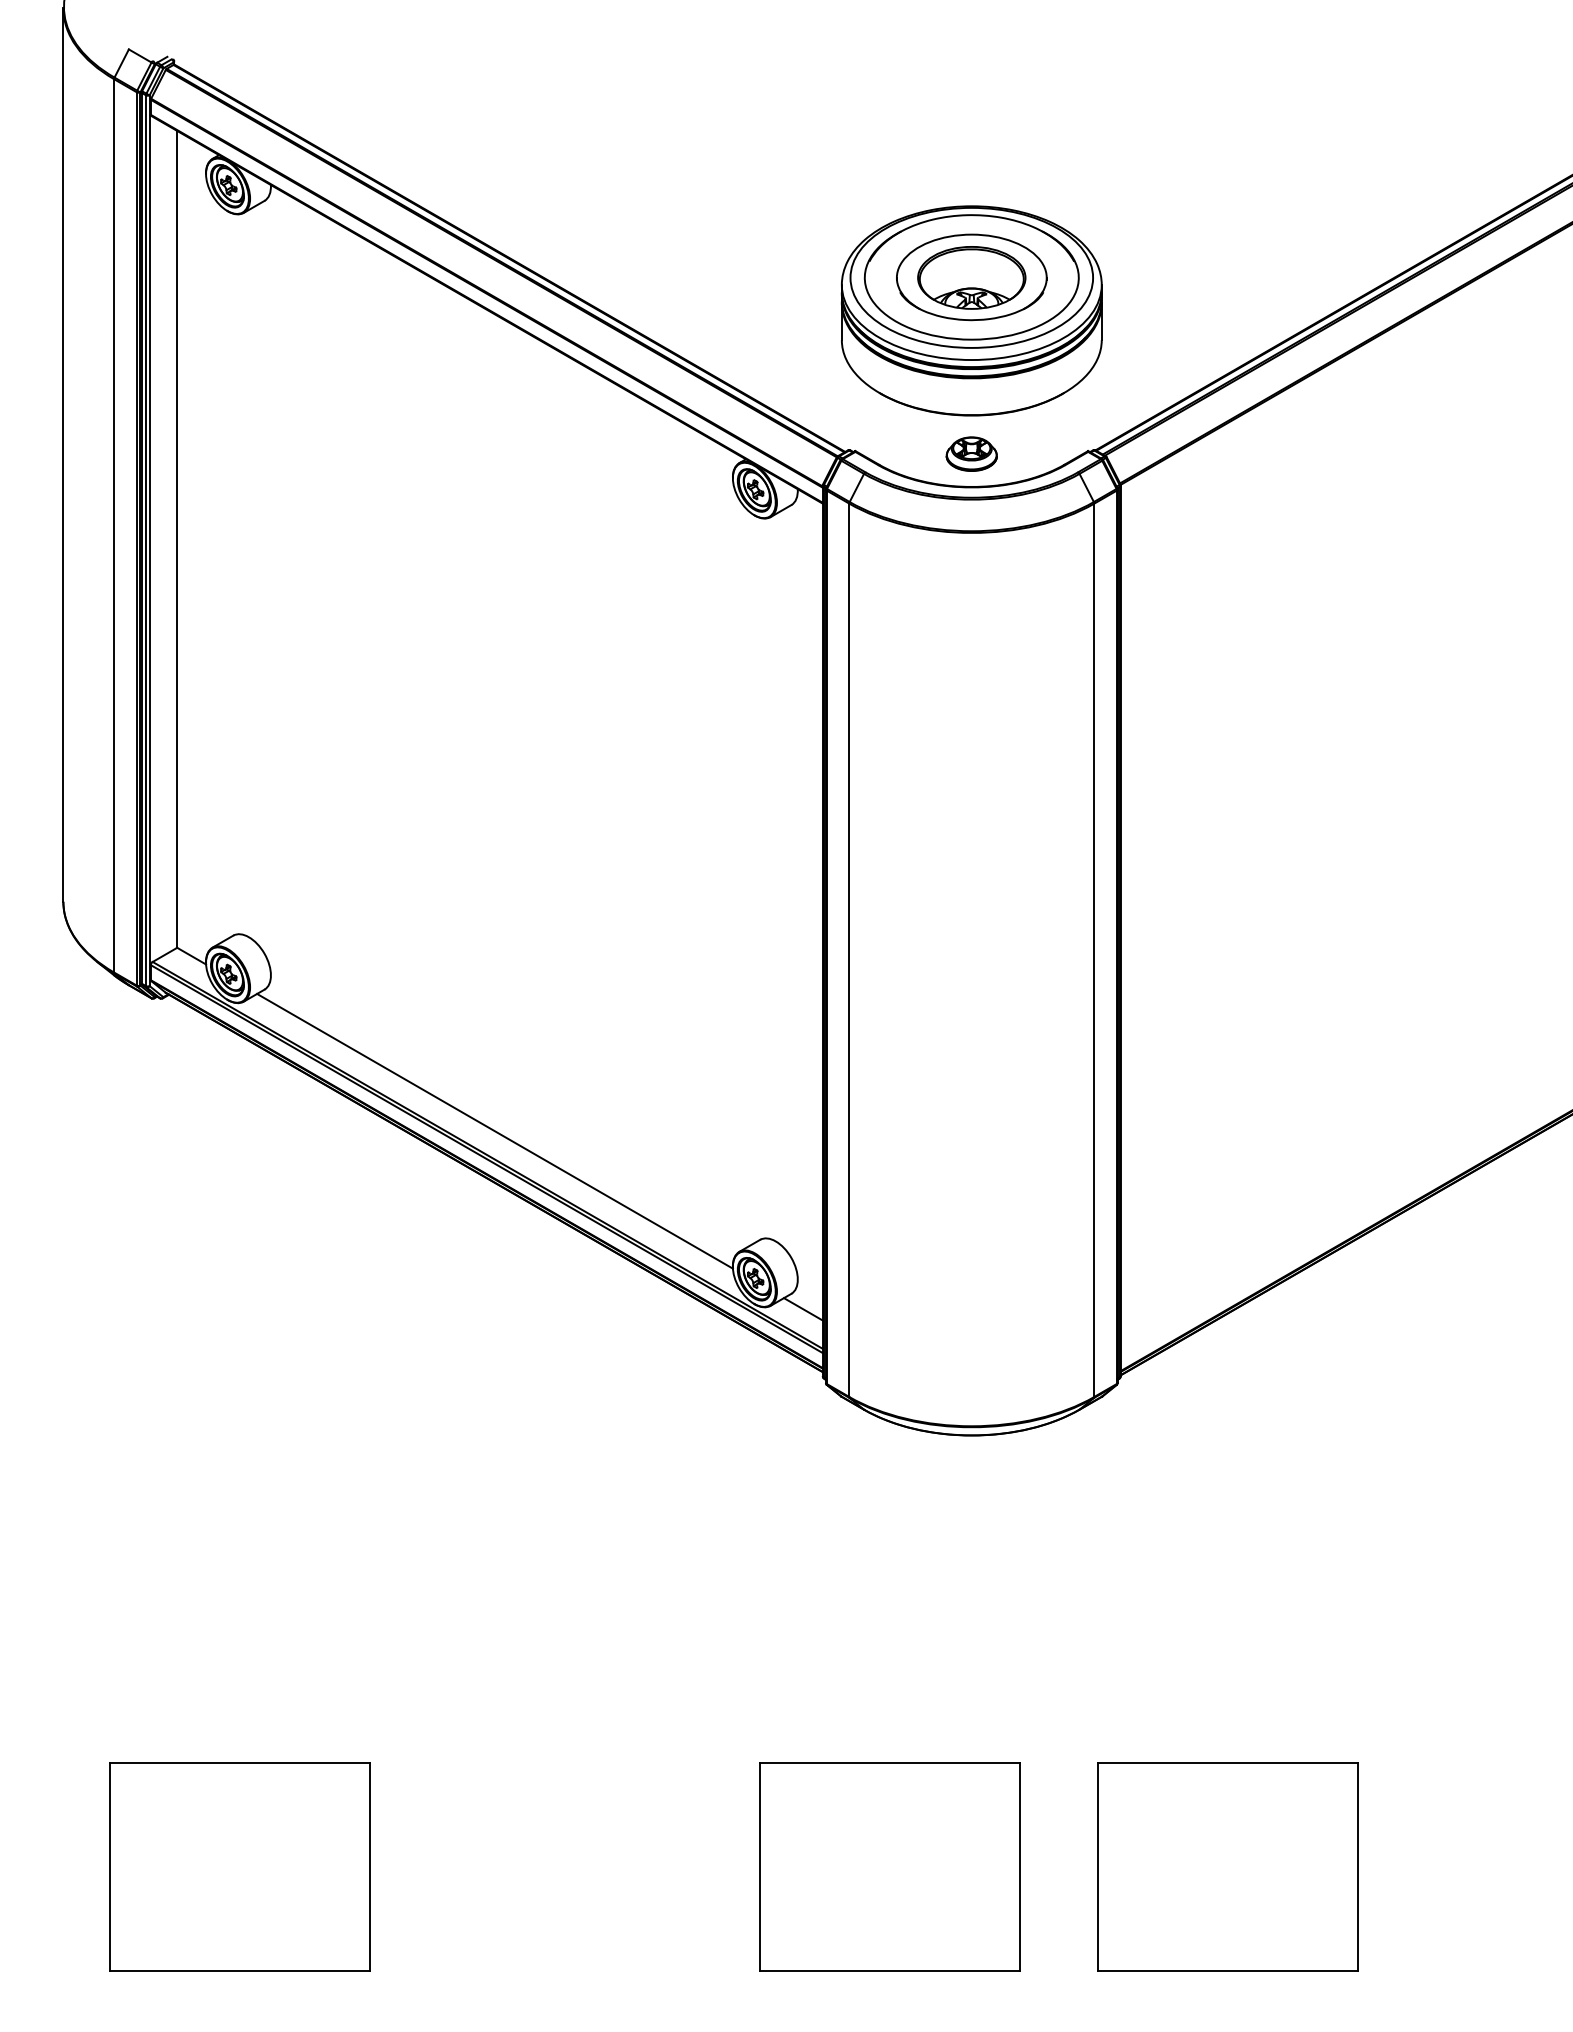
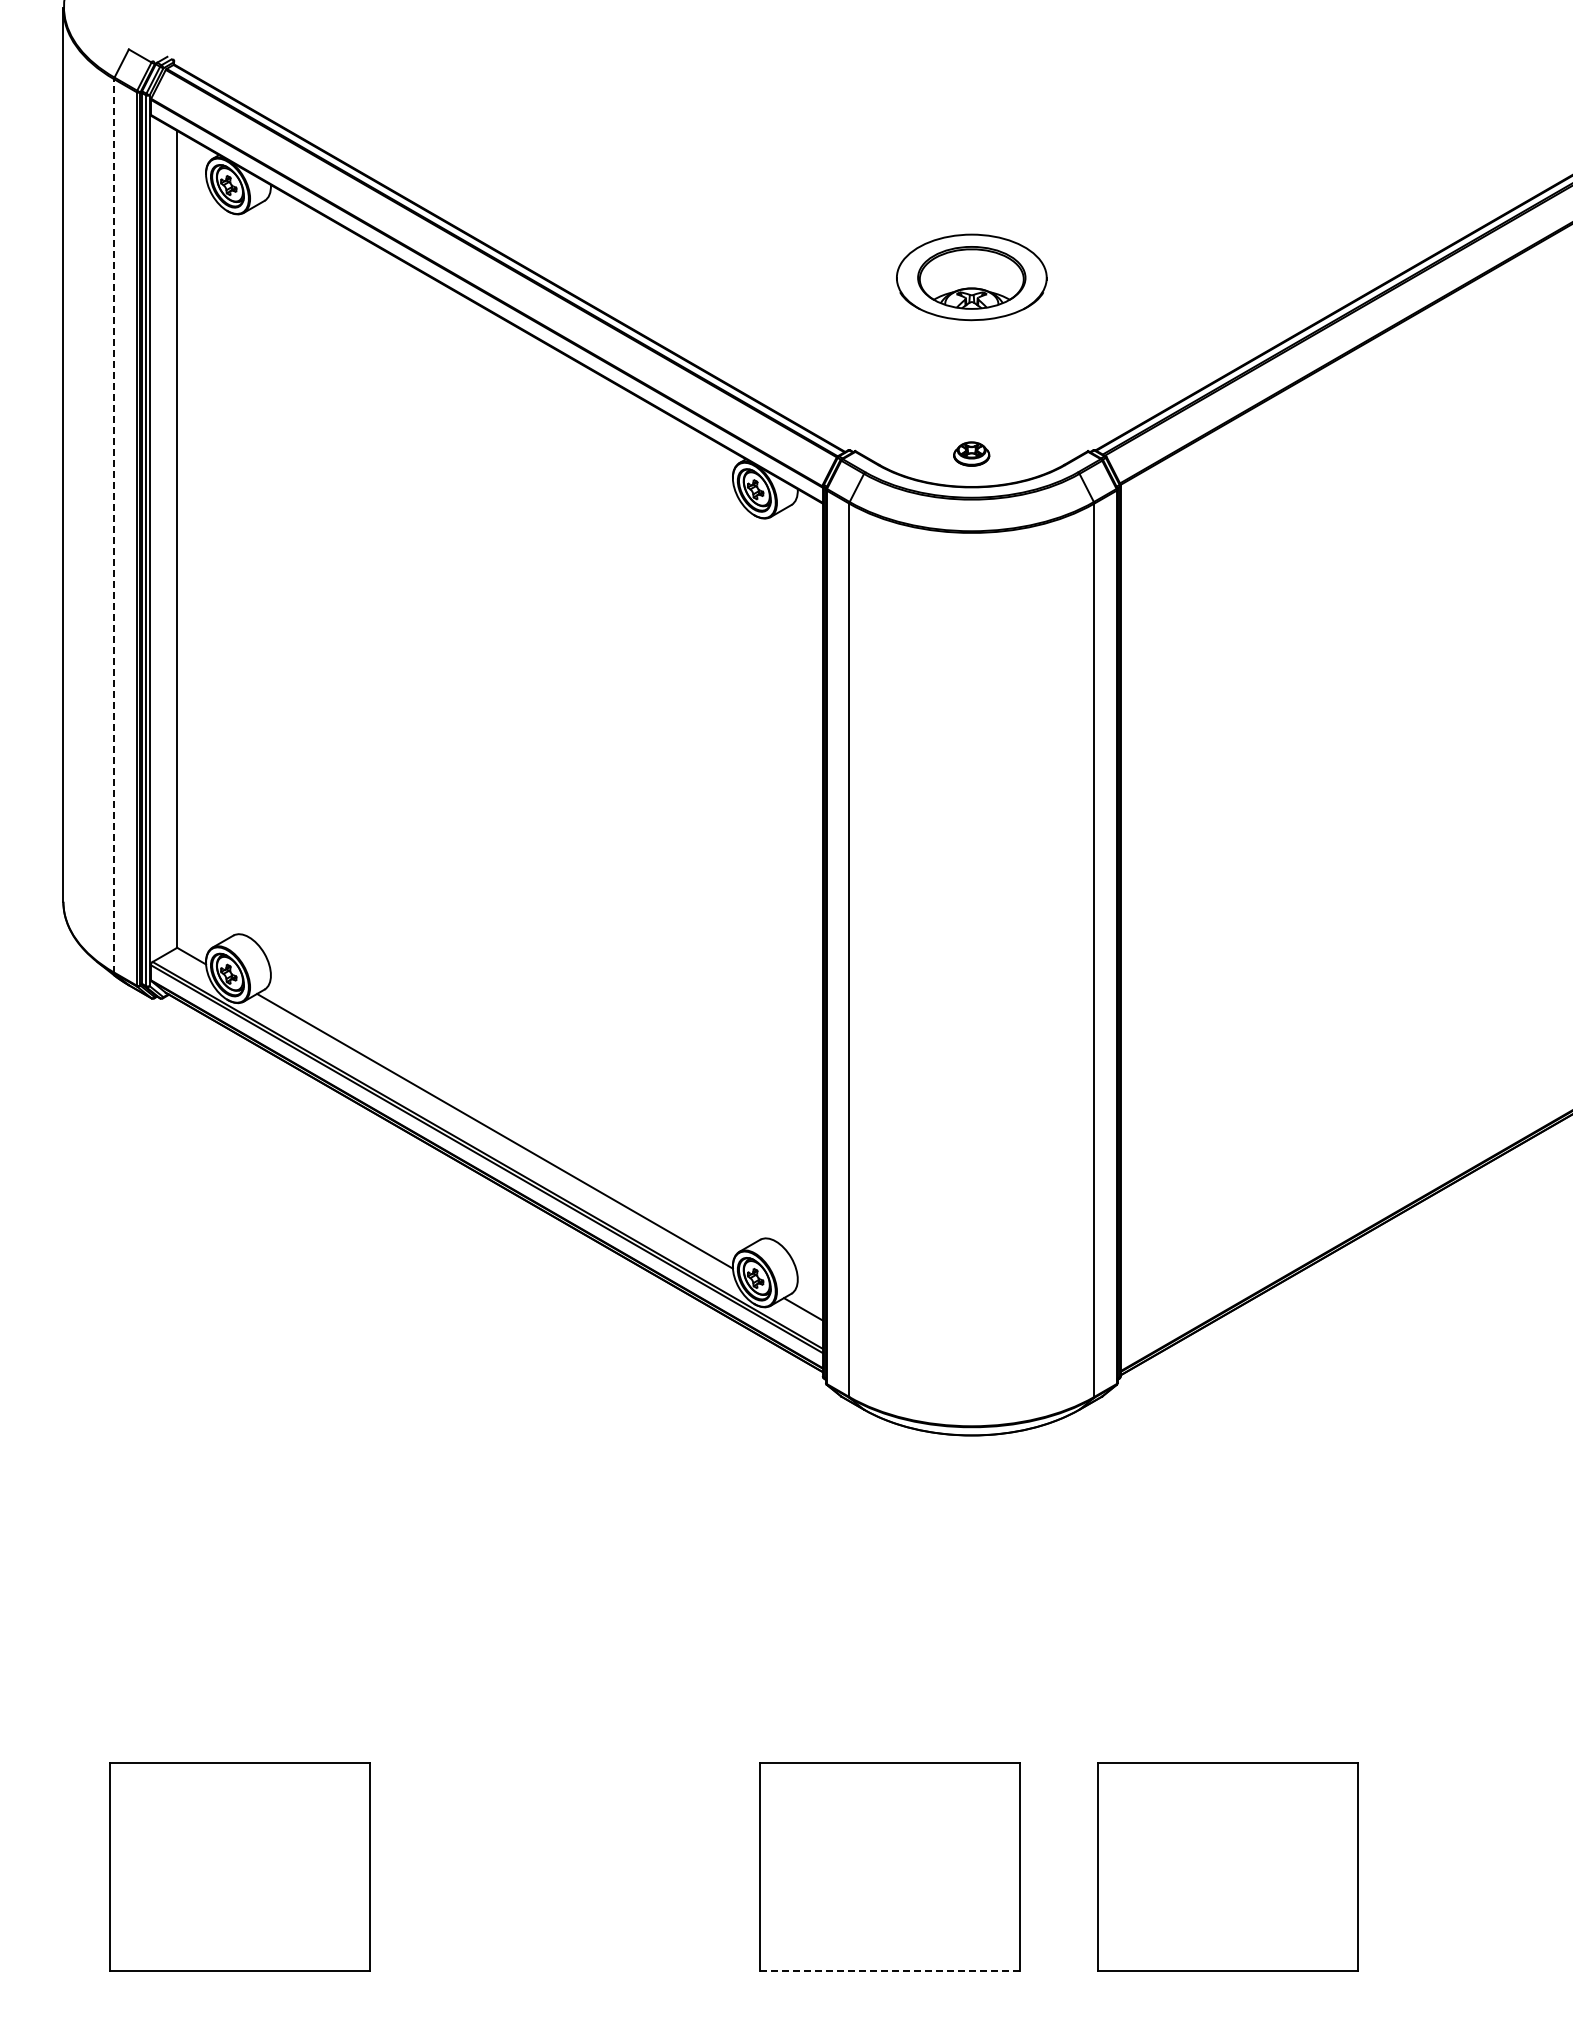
part at (971, 310): present -> none
part at (971, 453) size: 53x36 px -> 38x26 px
line at (114, 525): solid -> dashed
line at (890, 1971): solid -> dashed
